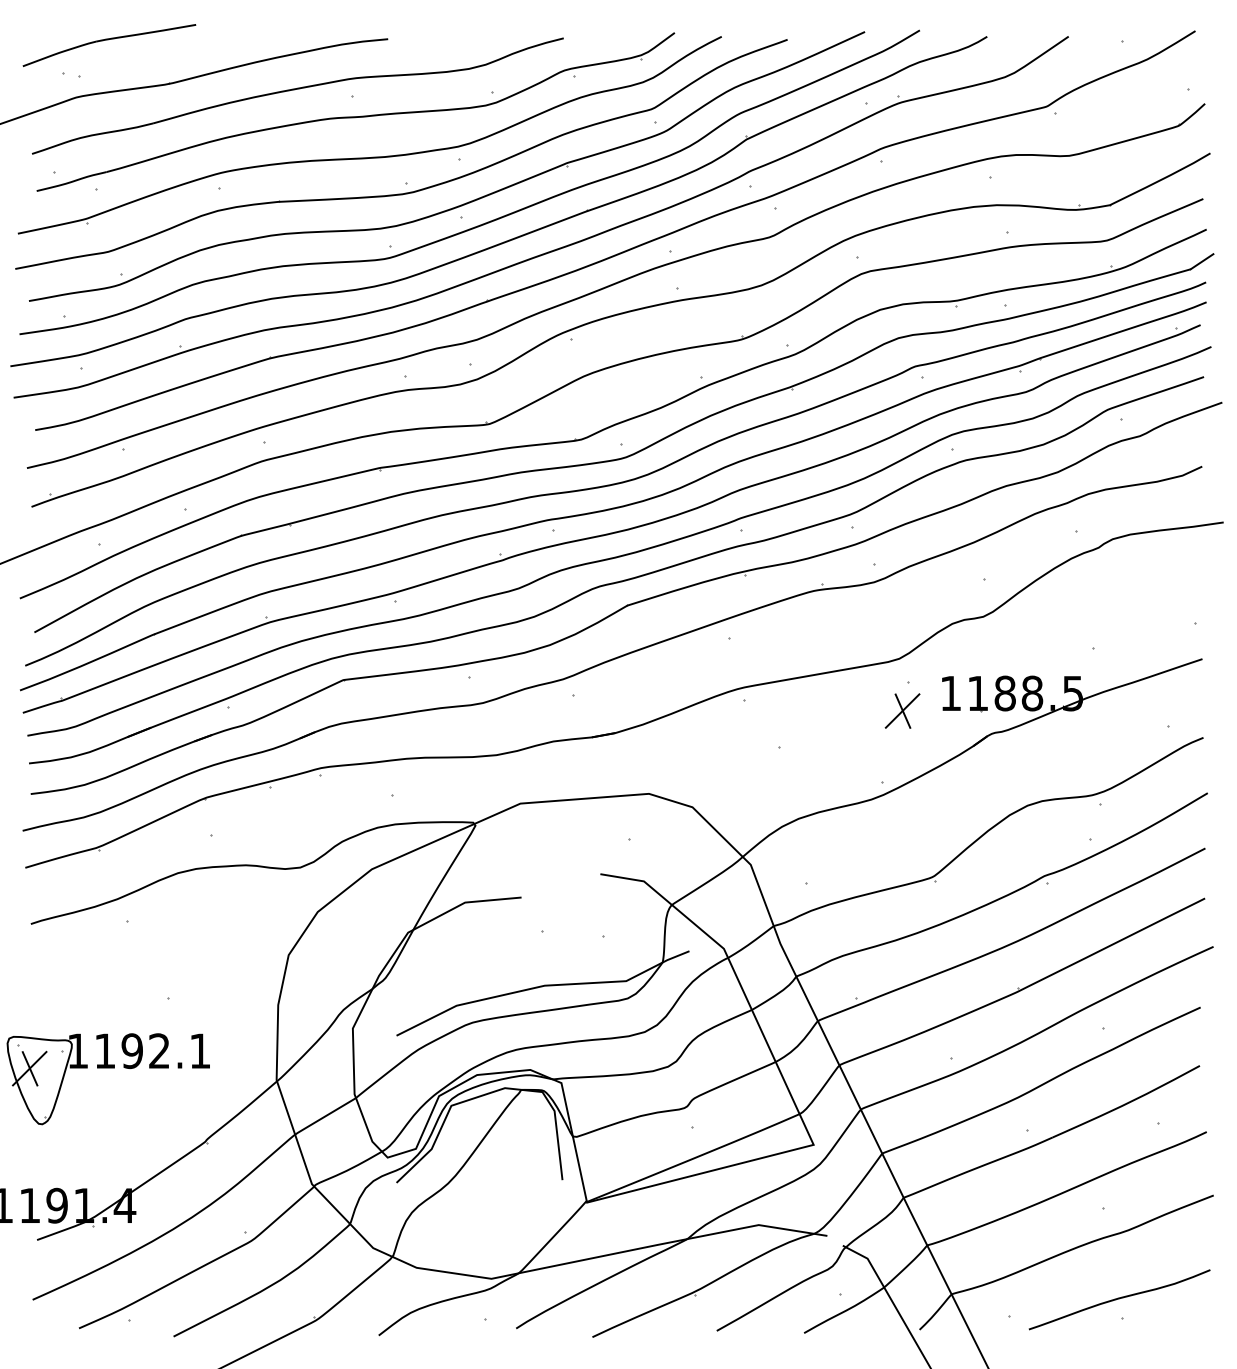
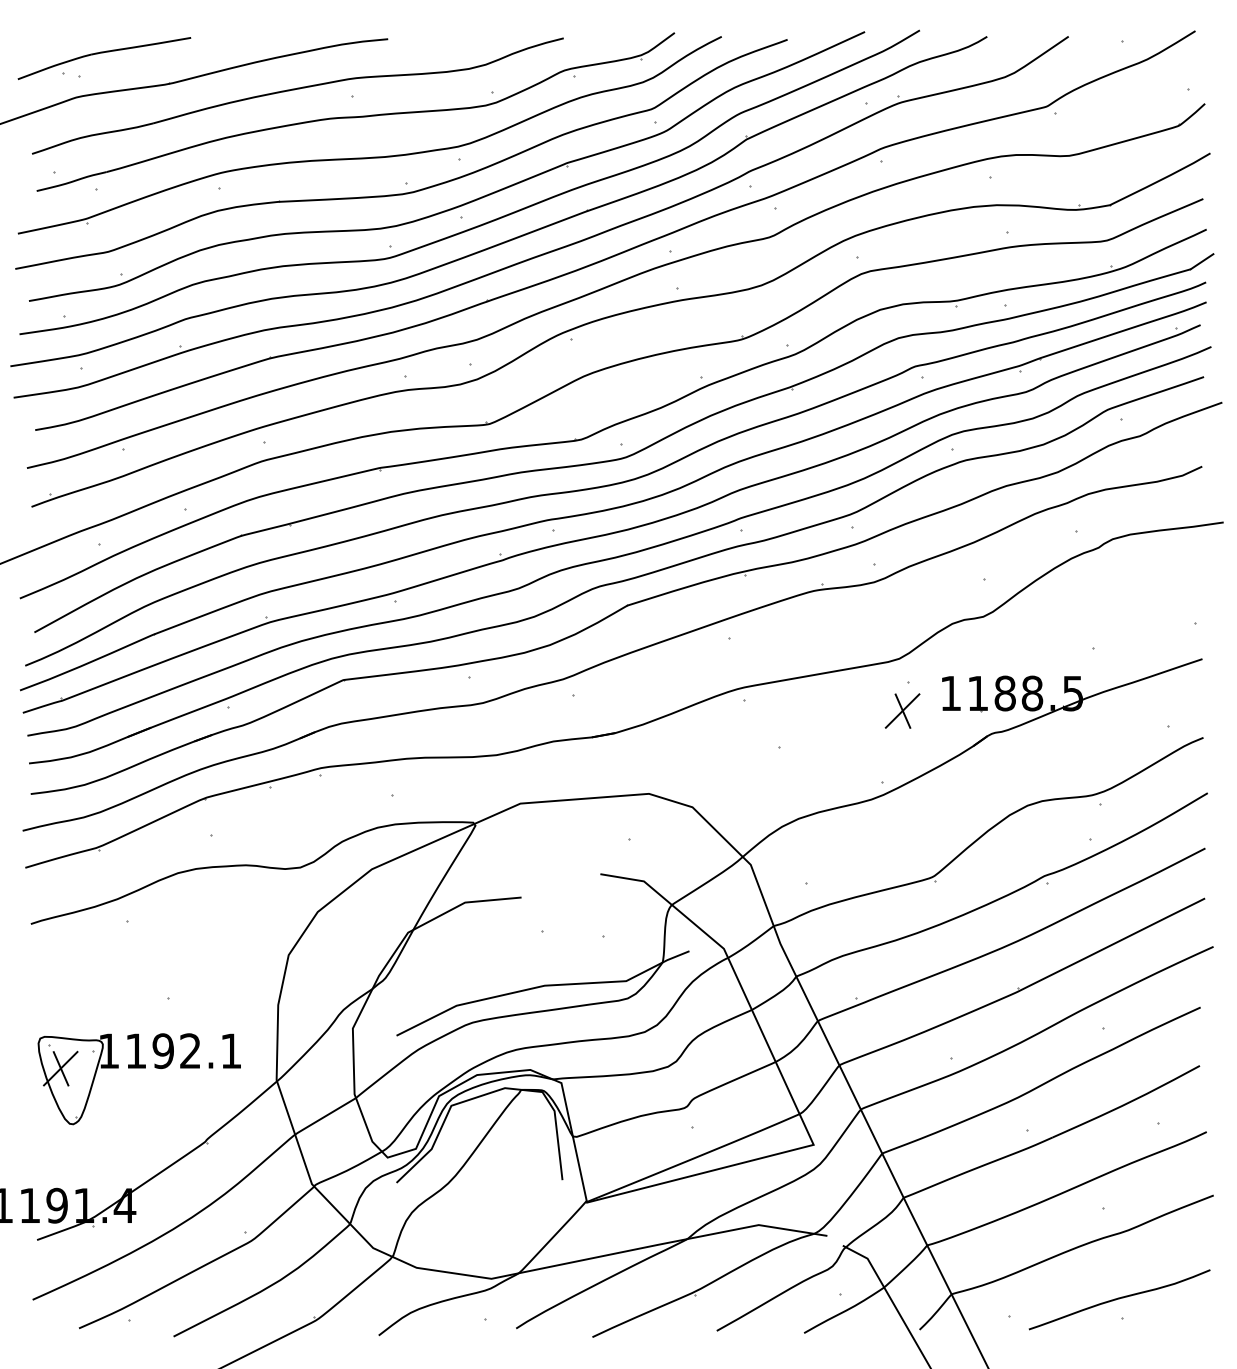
part at (109, 45) position: (109, 45) -> (104, 58)
part at (107, 1068) position: (107, 1068) -> (138, 1068)
